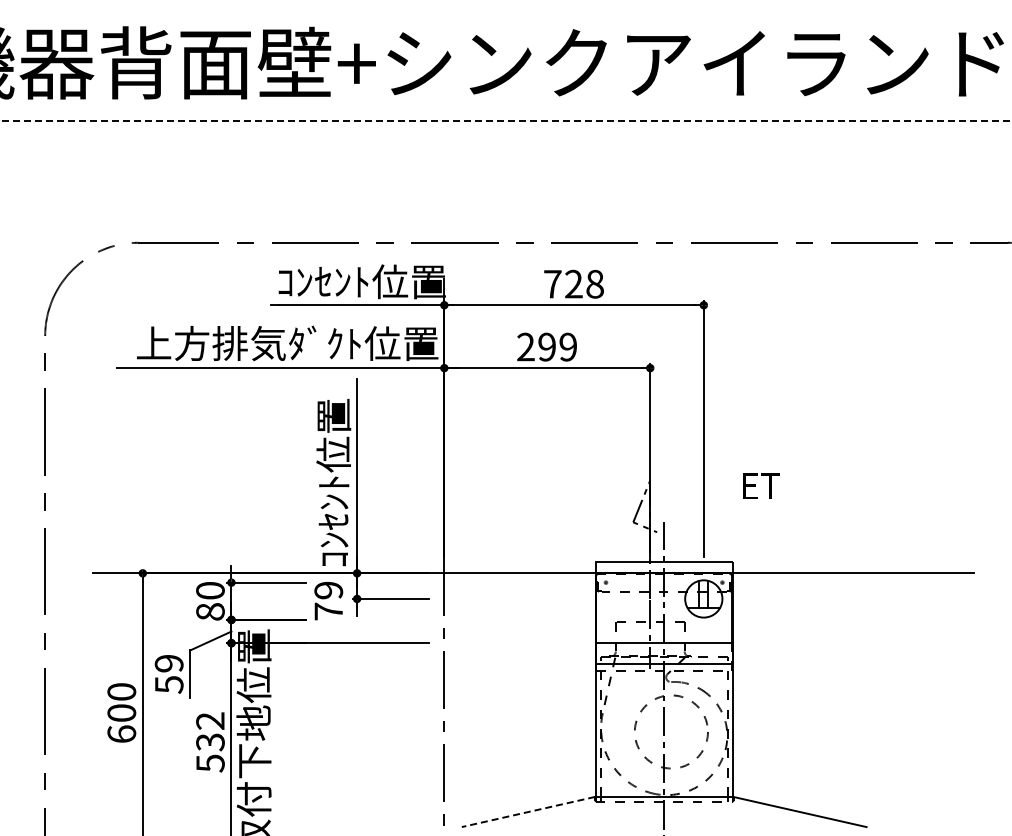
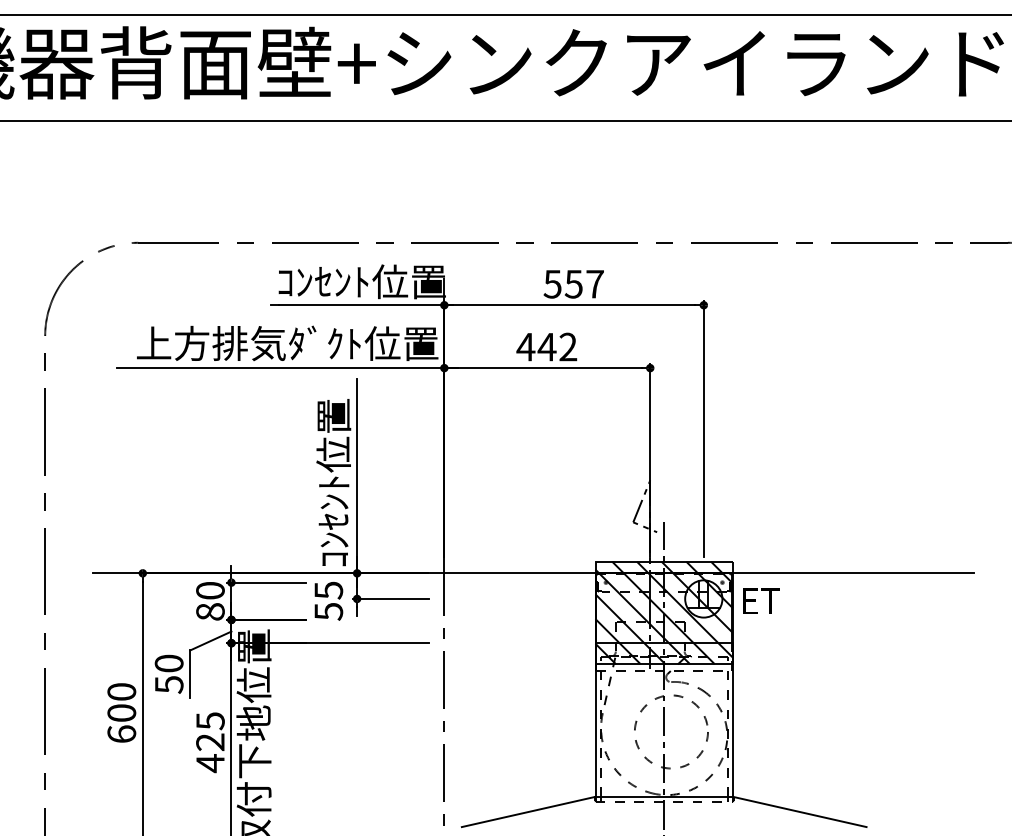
line at (505, 15): none -> present
line at (506, 120): dashed -> solid
text at (573, 283): 728 -> 557
text at (546, 346): 299 -> 442
text at (761, 485) position: (761, 485) -> (761, 600)
text at (328, 600): 79 -> 55
hatch at (663, 612): none -> present
text at (168, 663): 59 -> 50
text at (210, 742): 532 -> 425
line at (527, 812): dashed -> solid
